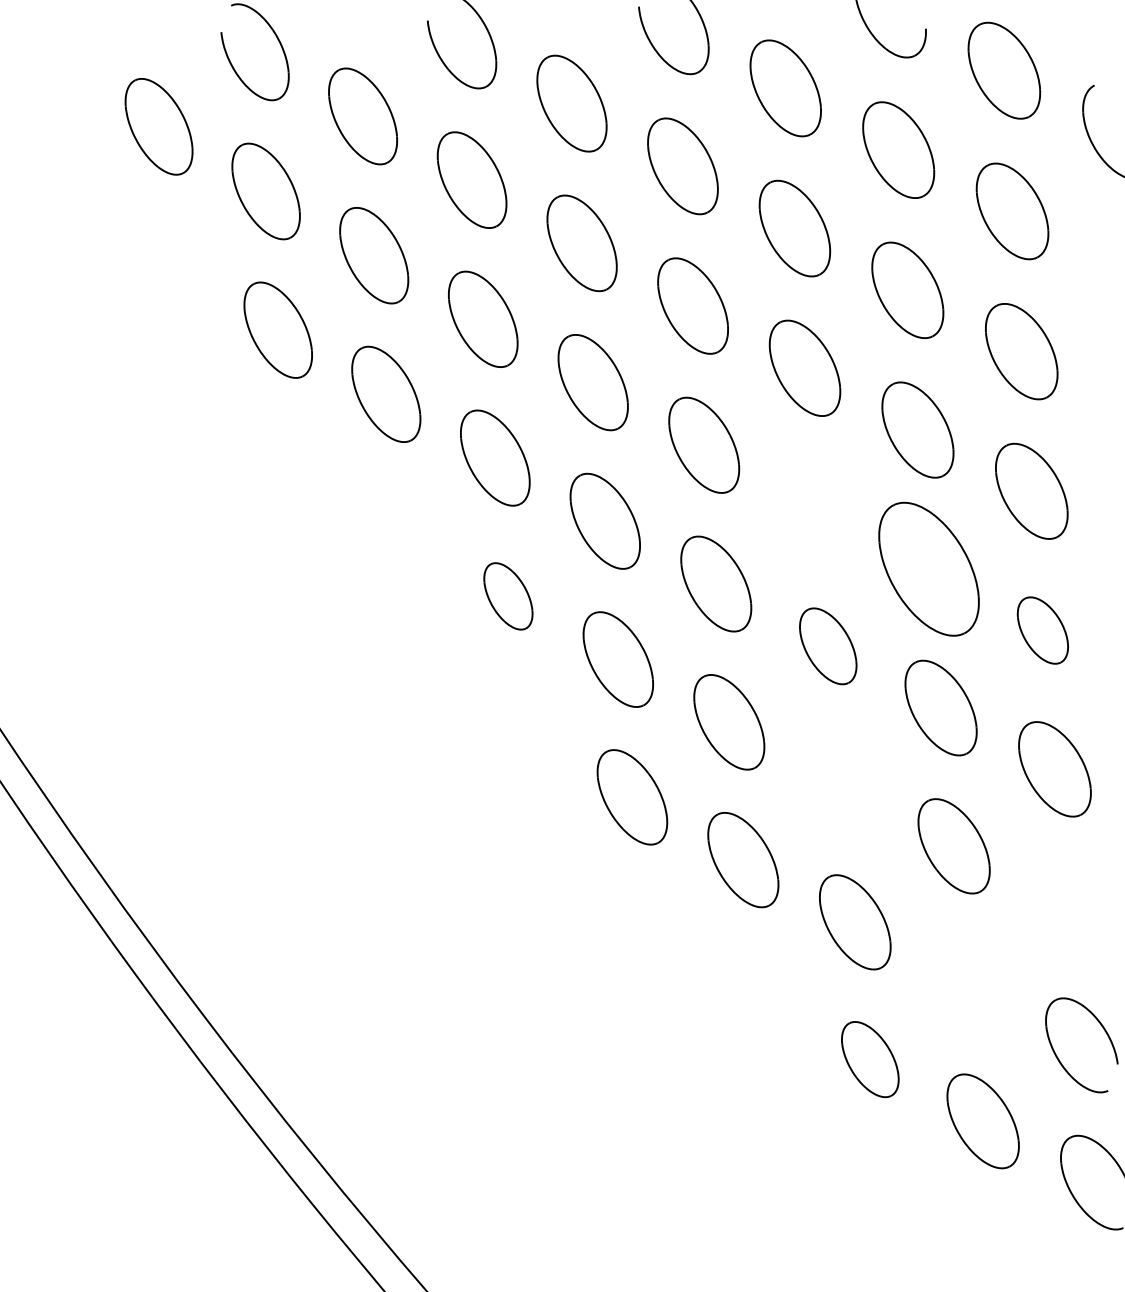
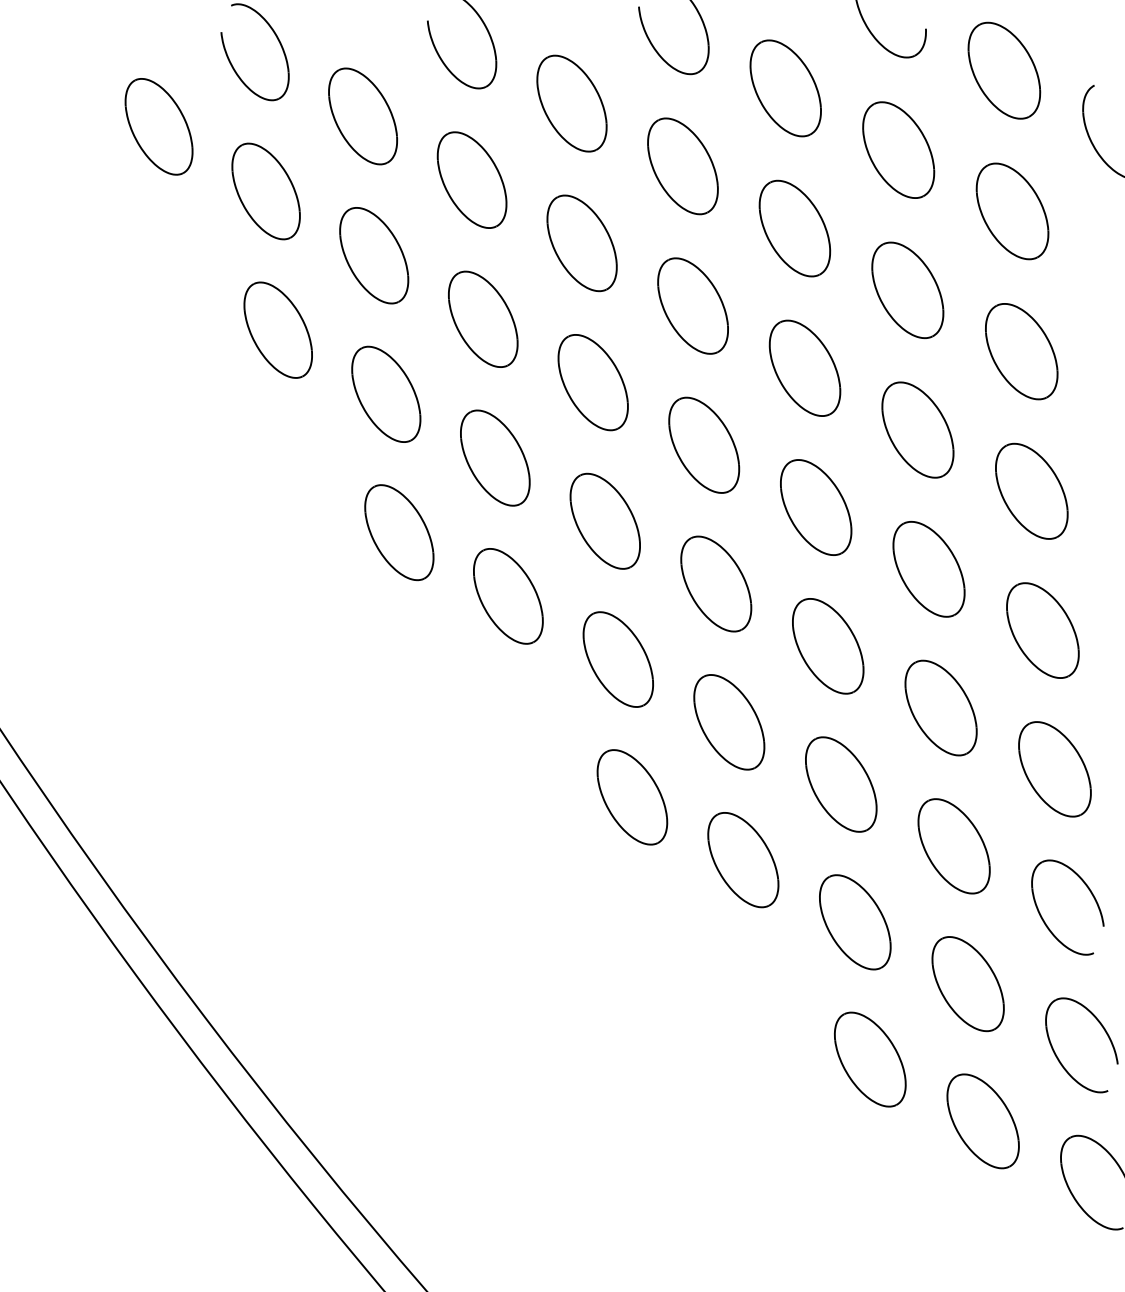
part at (816, 507): none -> present
part at (399, 532): none -> present
part at (928, 568) size: 102x136 px -> 74x97 px
part at (508, 596) size: 51x69 px -> 71x97 px
part at (1042, 630) size: 53x69 px -> 74x97 px
part at (828, 646) size: 59x79 px -> 73x97 px
part at (841, 784): none -> present
part at (1043, 918): none -> present
part at (967, 984): none -> present
part at (870, 1059) size: 59x78 px -> 73x97 px
